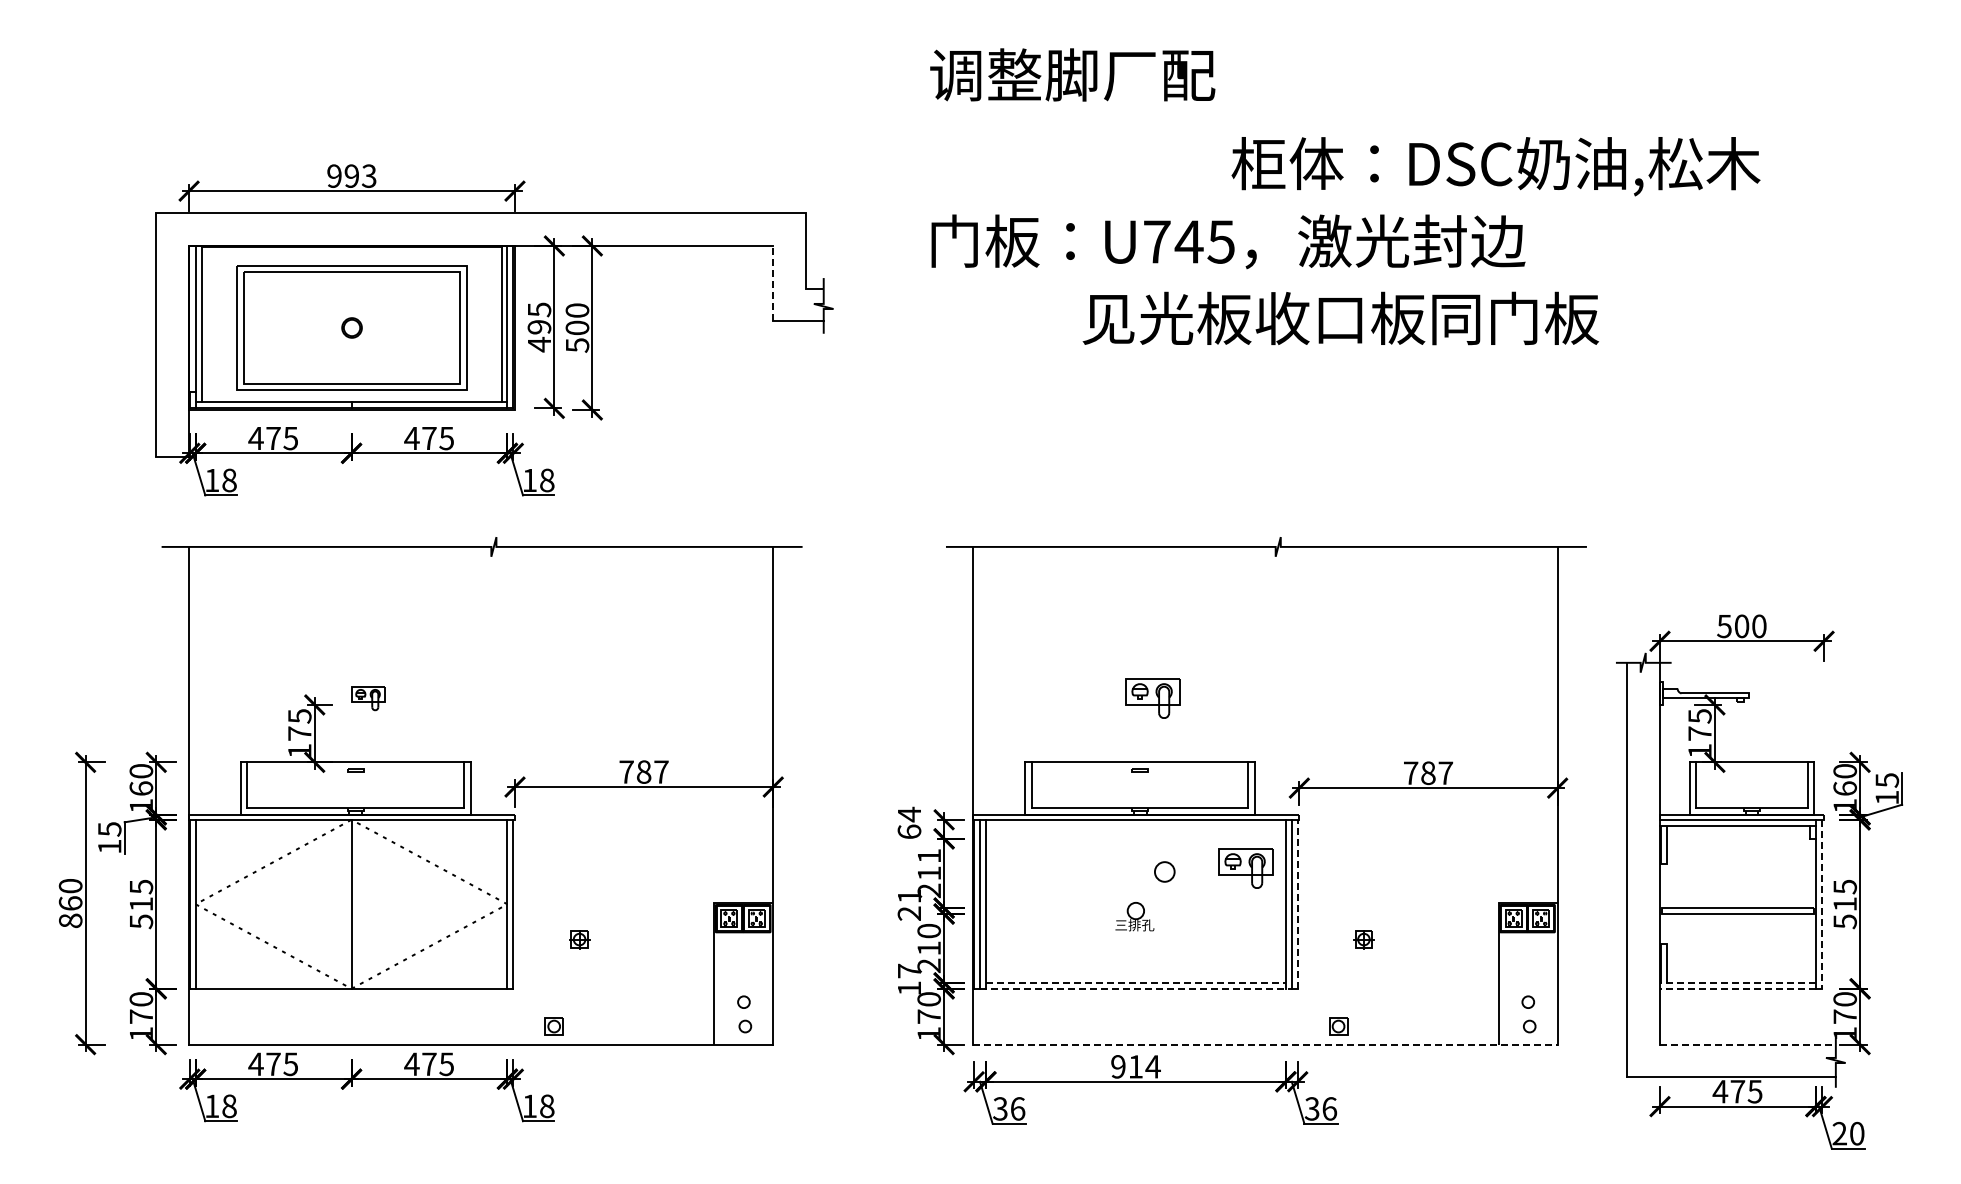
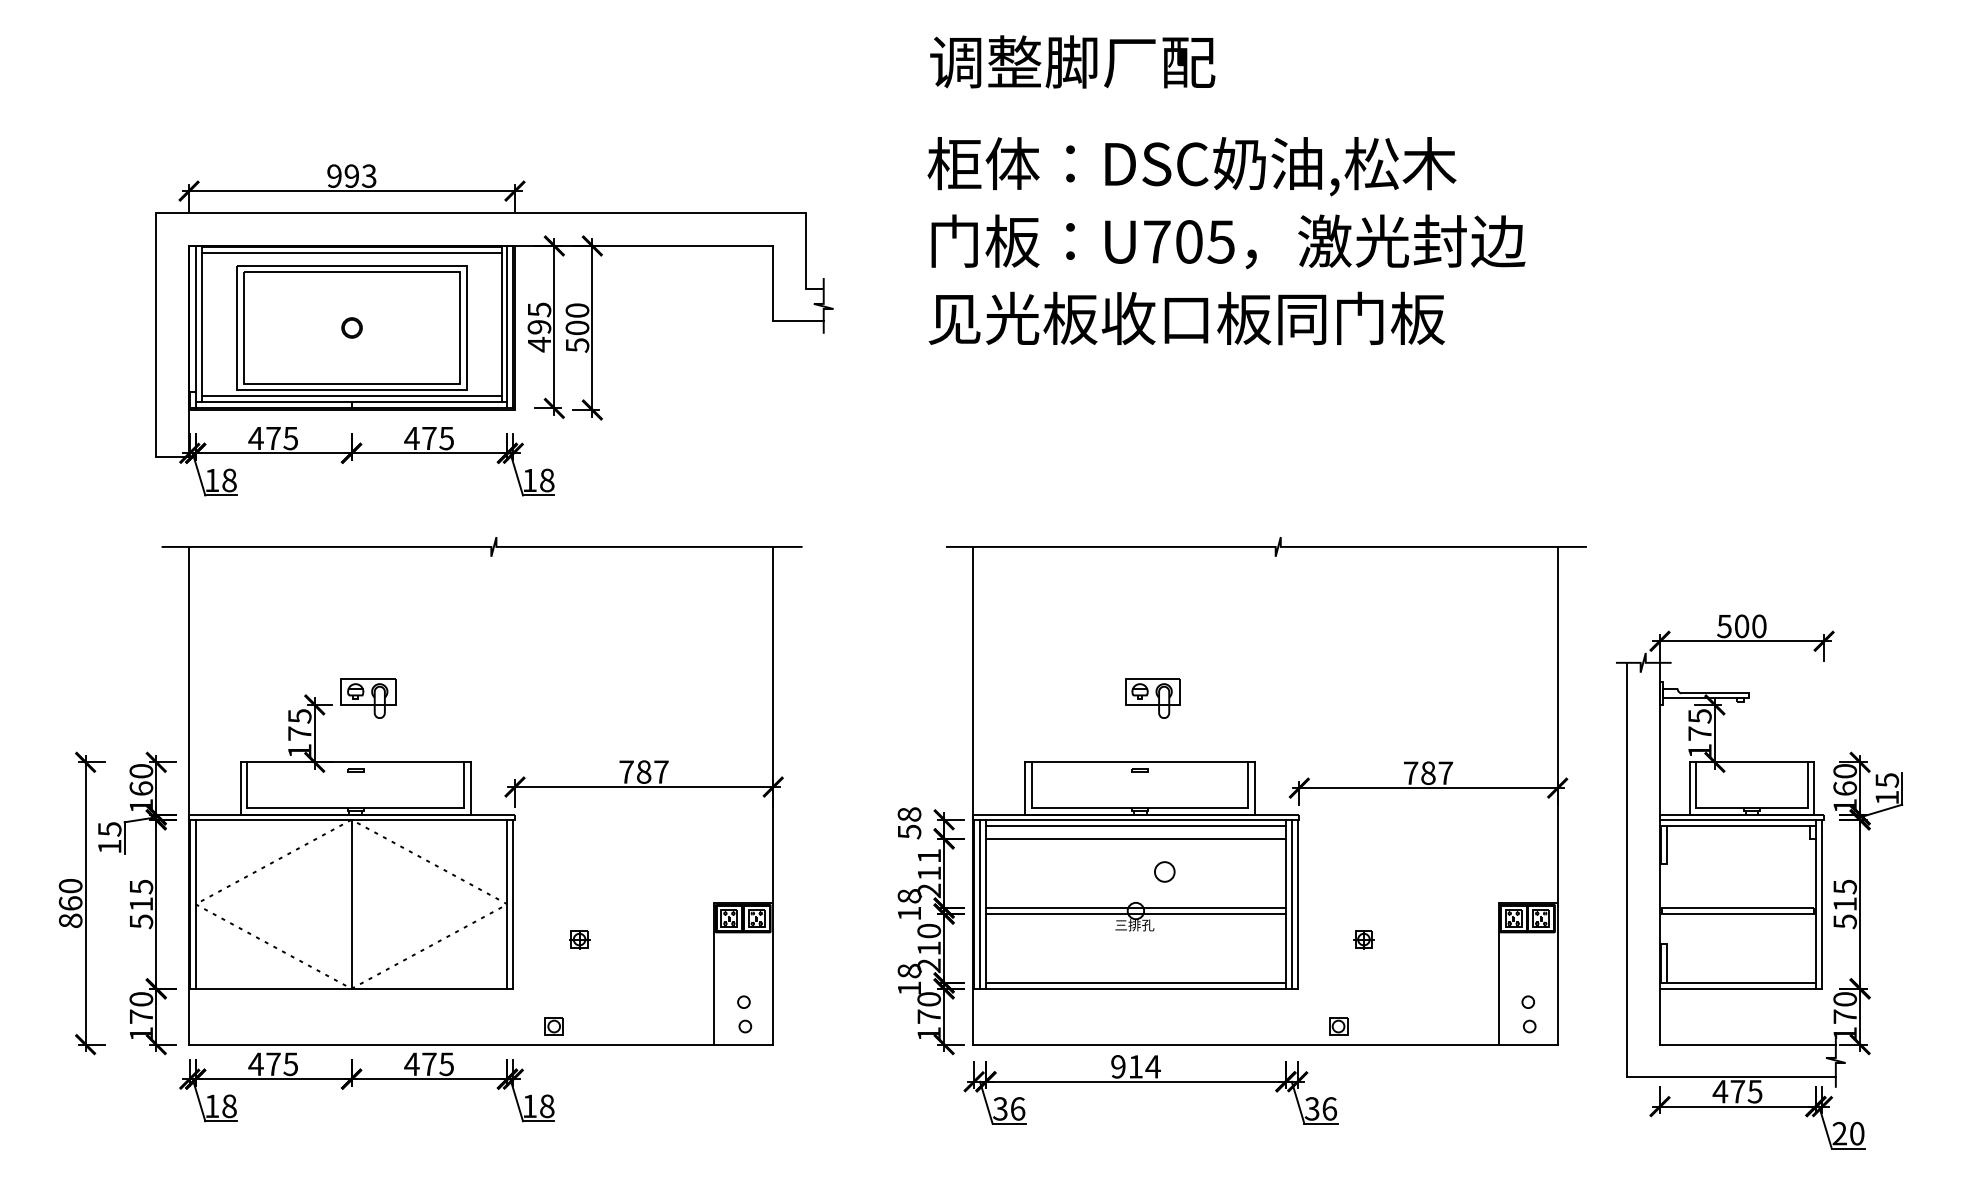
text at (1072, 74) position: (1072, 74) -> (1072, 61)
text at (1495, 166) position: (1495, 166) -> (1191, 166)
text at (1188, 241): U745 -> U705
line at (351, 252): none -> present
line at (773, 283): dashed -> solid
text at (1340, 318) position: (1340, 318) -> (1186, 318)
line at (351, 395): none -> present
part at (368, 698) size: 35x26 px -> 57x41 px
text at (909, 822): 64 -> 58
line at (1135, 825): none -> present
line at (1135, 838): none -> present
part at (1245, 868): present -> none
text at (909, 904): 21 -> 18
line at (1297, 904): dashed -> solid
line at (1822, 904): dashed -> solid
line at (1135, 908): none -> present
line at (1135, 913): none -> present
text at (909, 970): 17 -> 18
line at (1135, 982): dashed -> solid
line at (1737, 982): dashed -> solid
line at (1135, 988): dashed -> solid
line at (1737, 988): dashed -> solid
line at (1266, 1044): dashed -> solid
line at (1747, 1044): dashed -> solid
